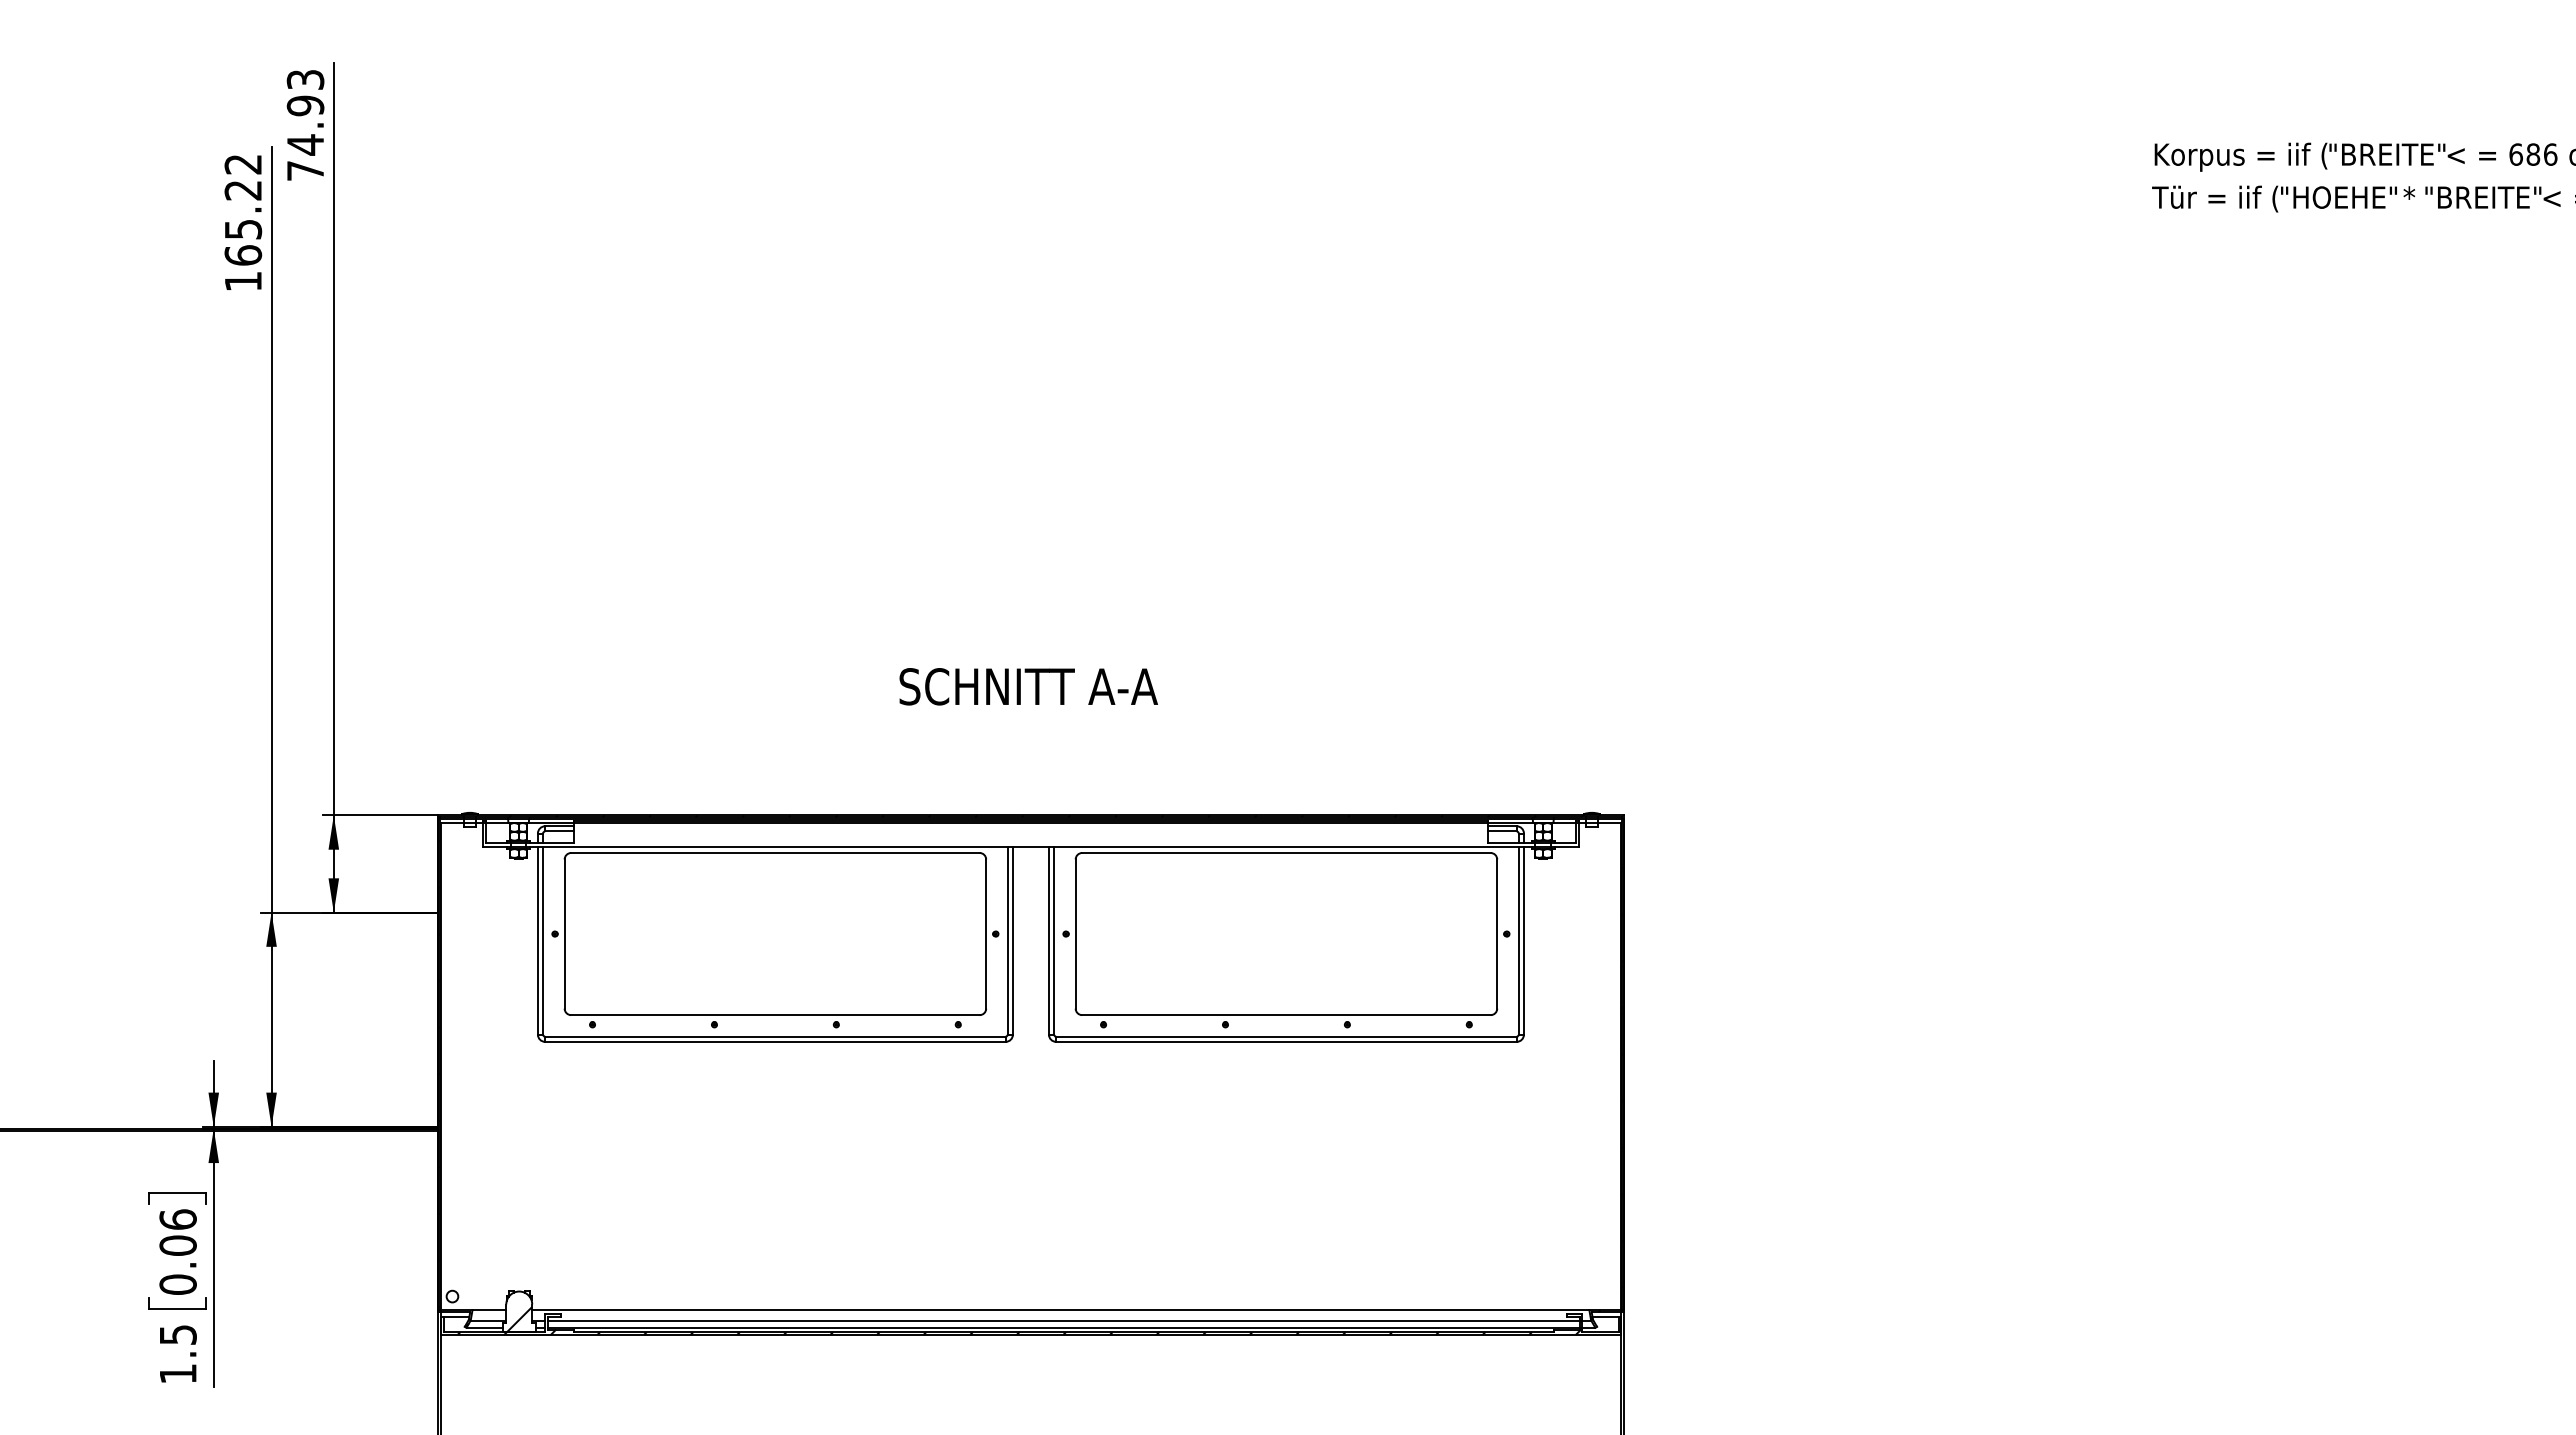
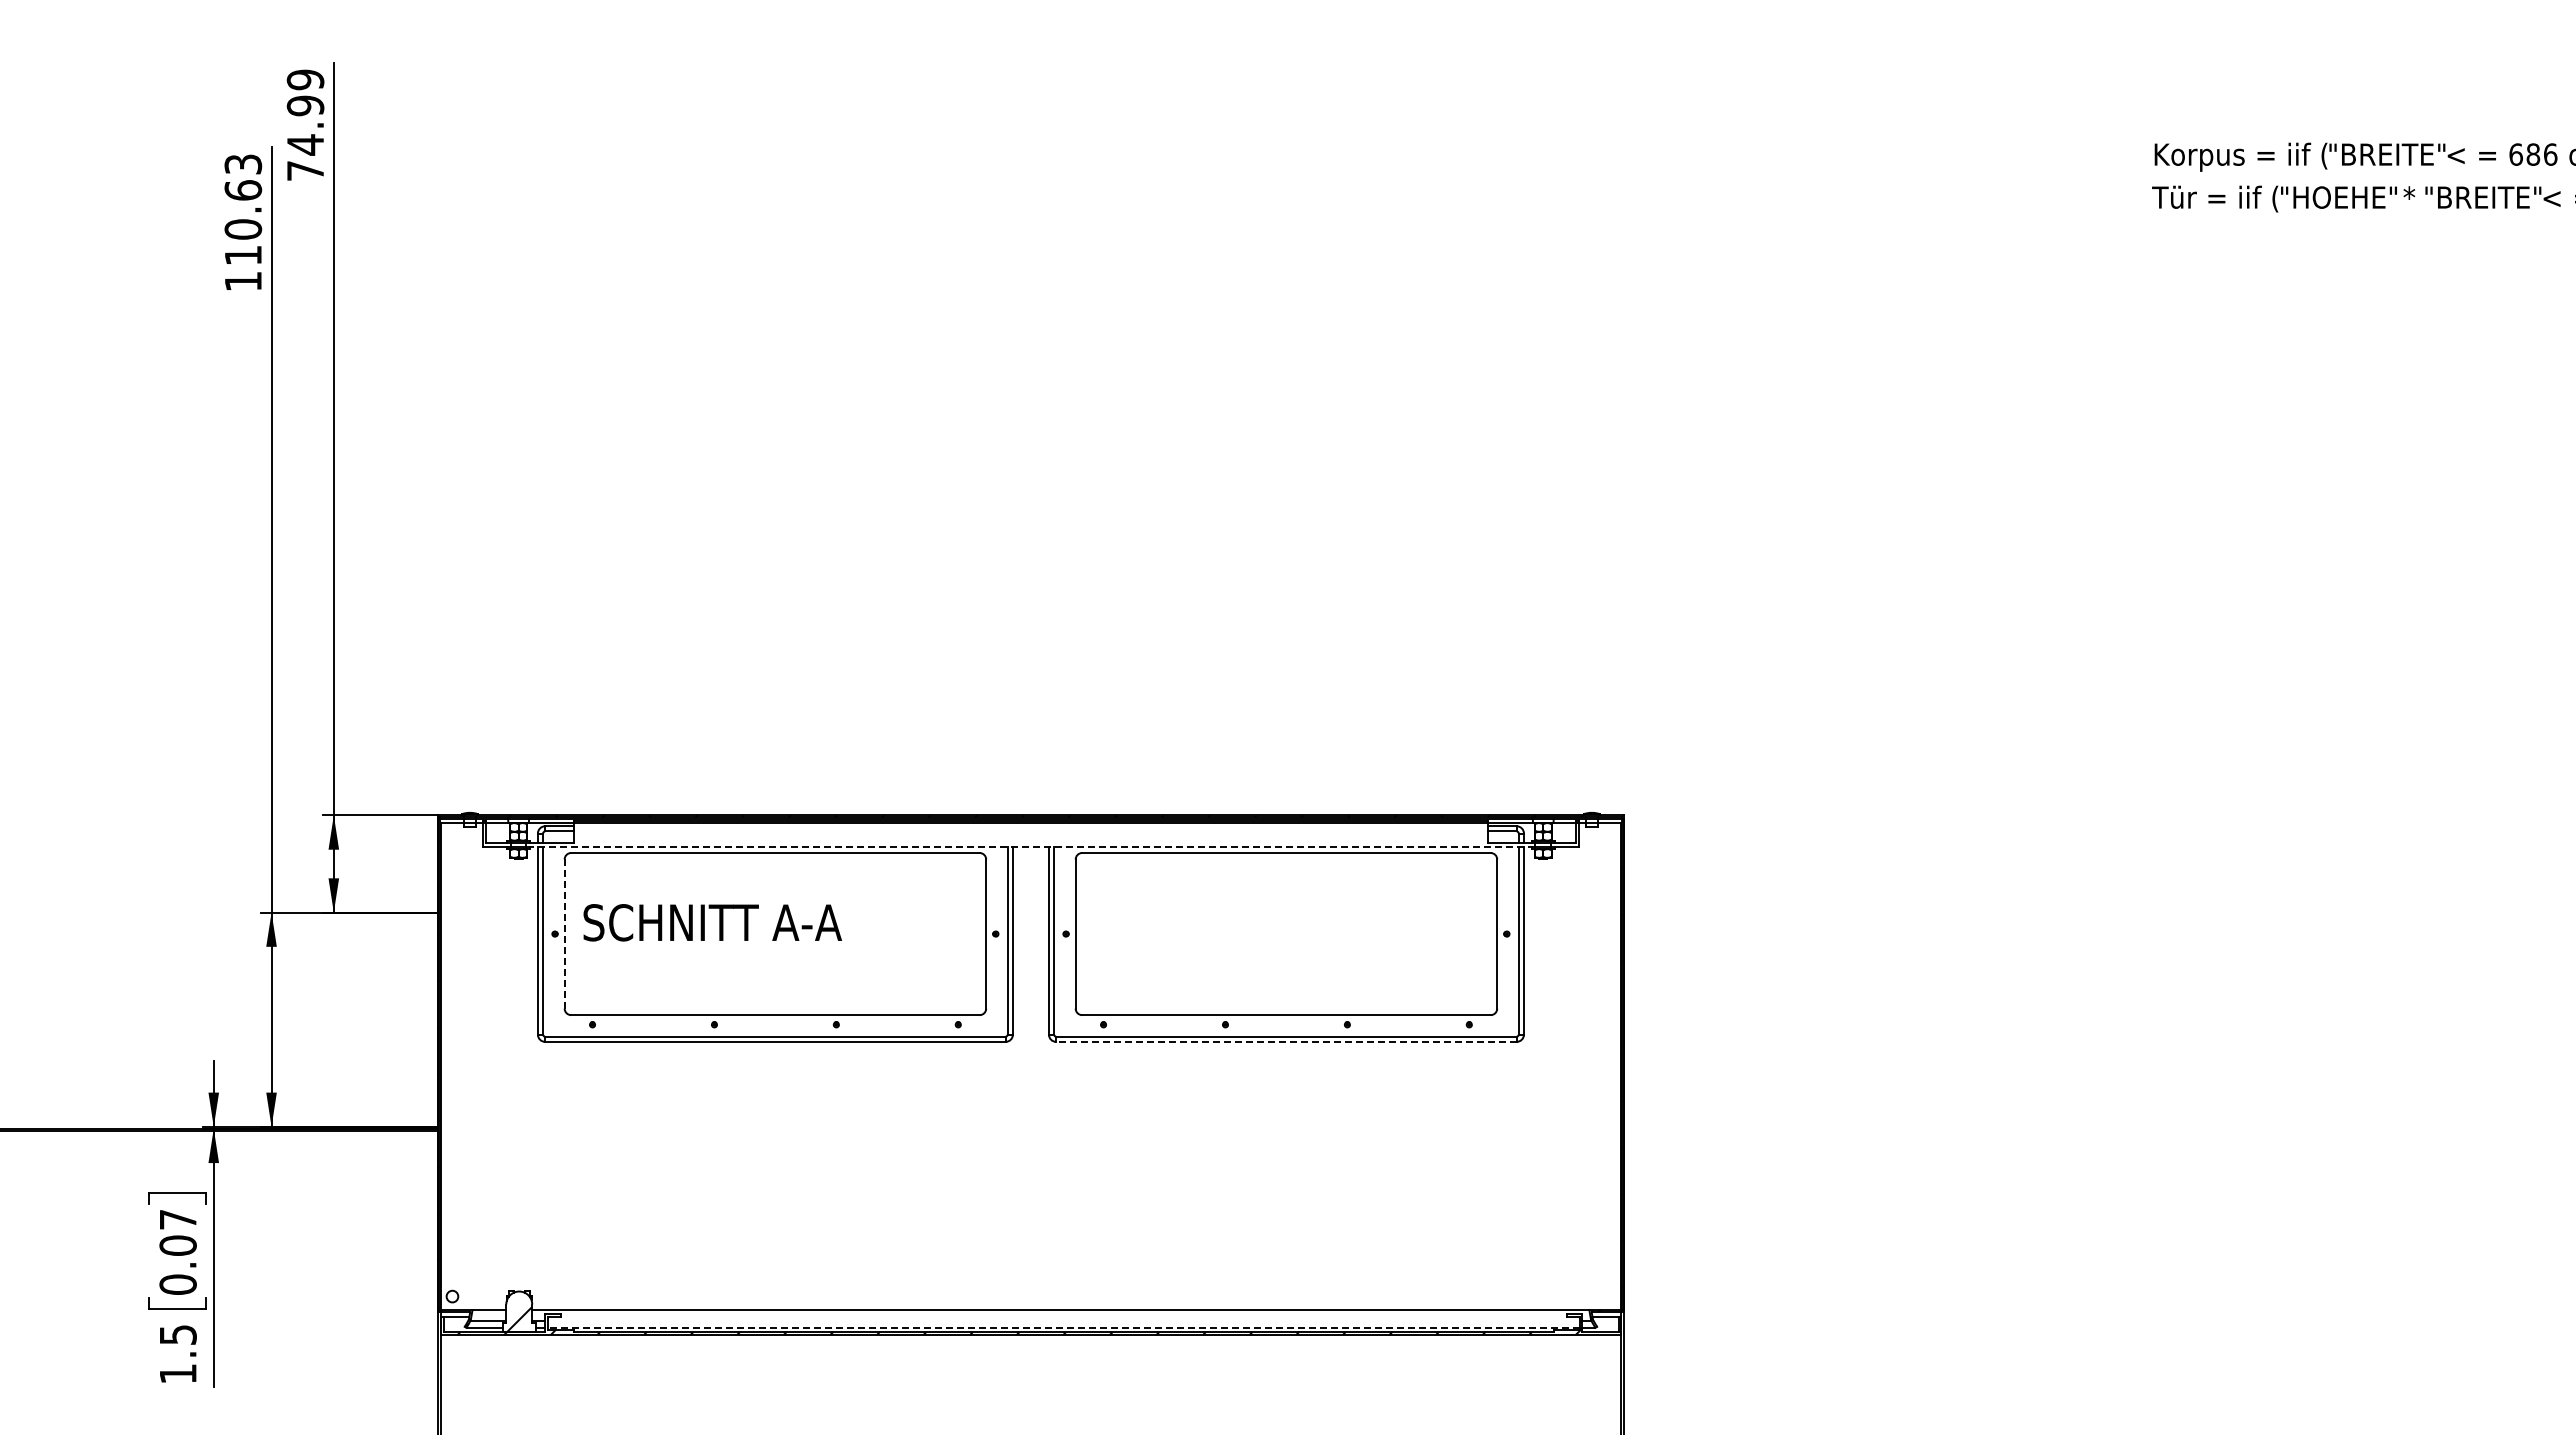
text at (305, 79): 74.93 -> 74.99
text at (243, 209): 165.22 -> 110.63
text at (1028, 686) position: (1028, 686) -> (712, 922)
line at (1030, 846): solid -> dashed
line at (564, 934): solid -> dashed
line at (1285, 1041): solid -> dashed
text at (177, 1219): 0.06 -> 0.07
line at (1063, 1320): present -> none
line at (1063, 1327): solid -> dashed
